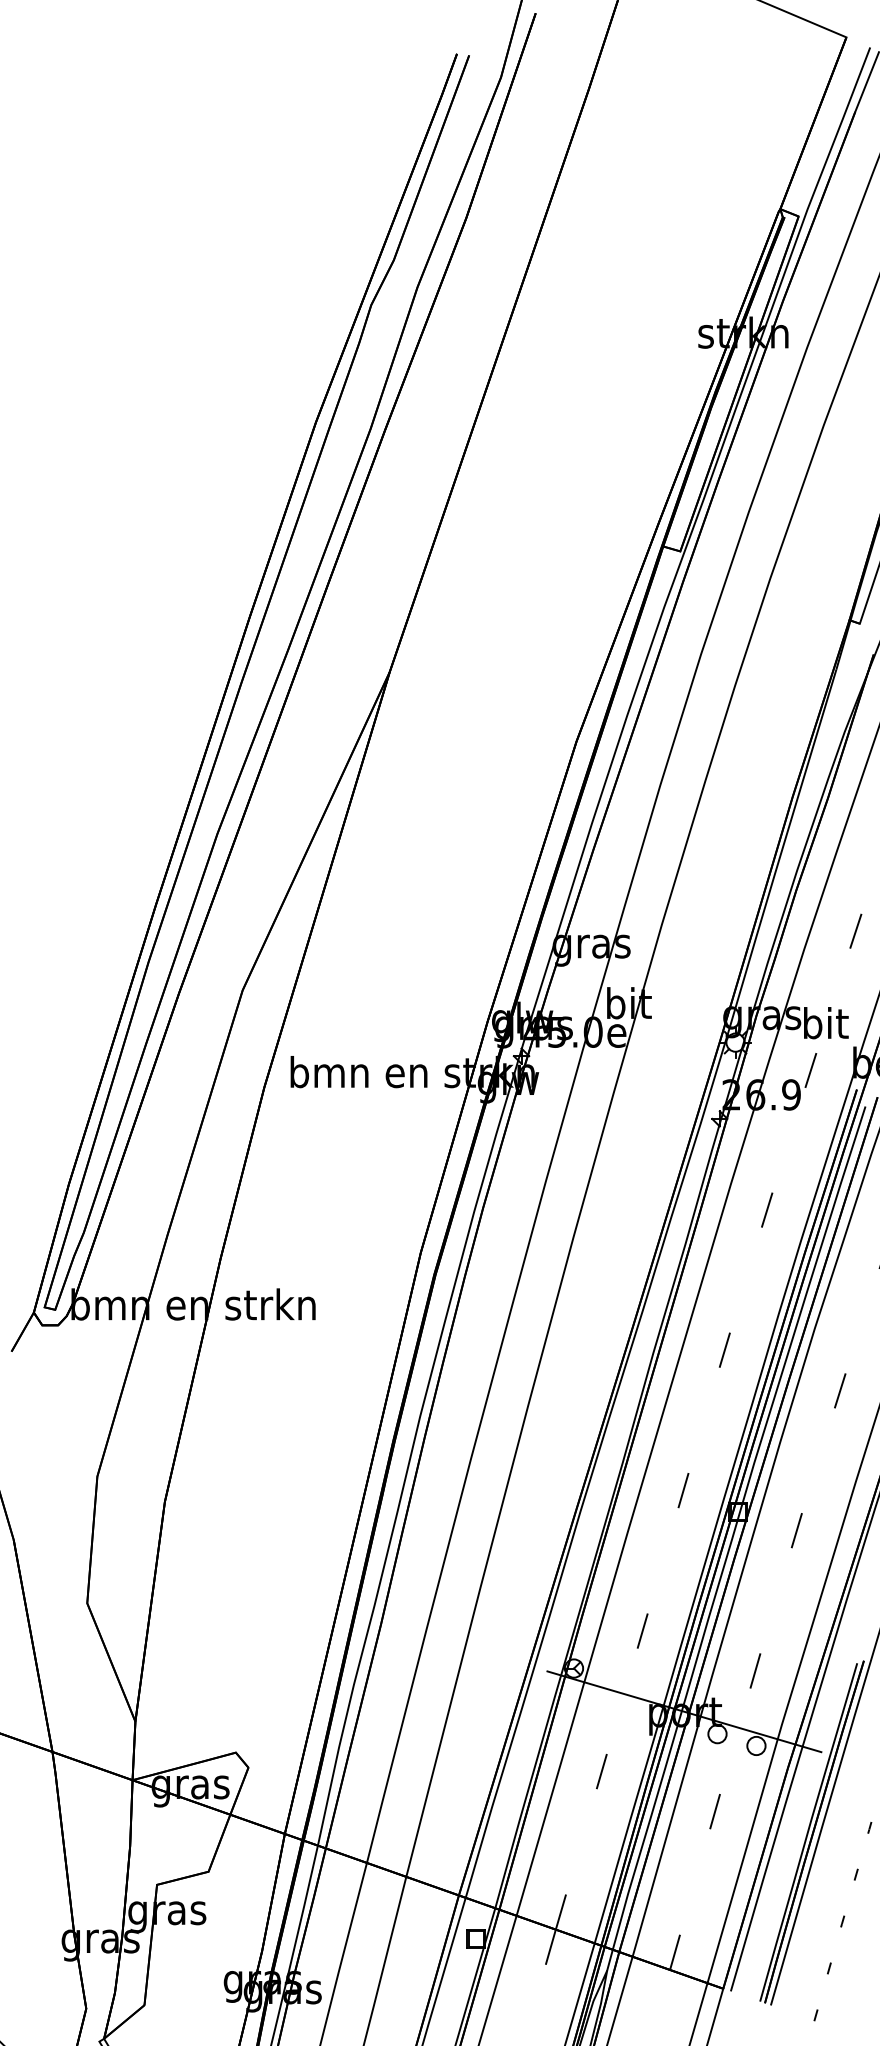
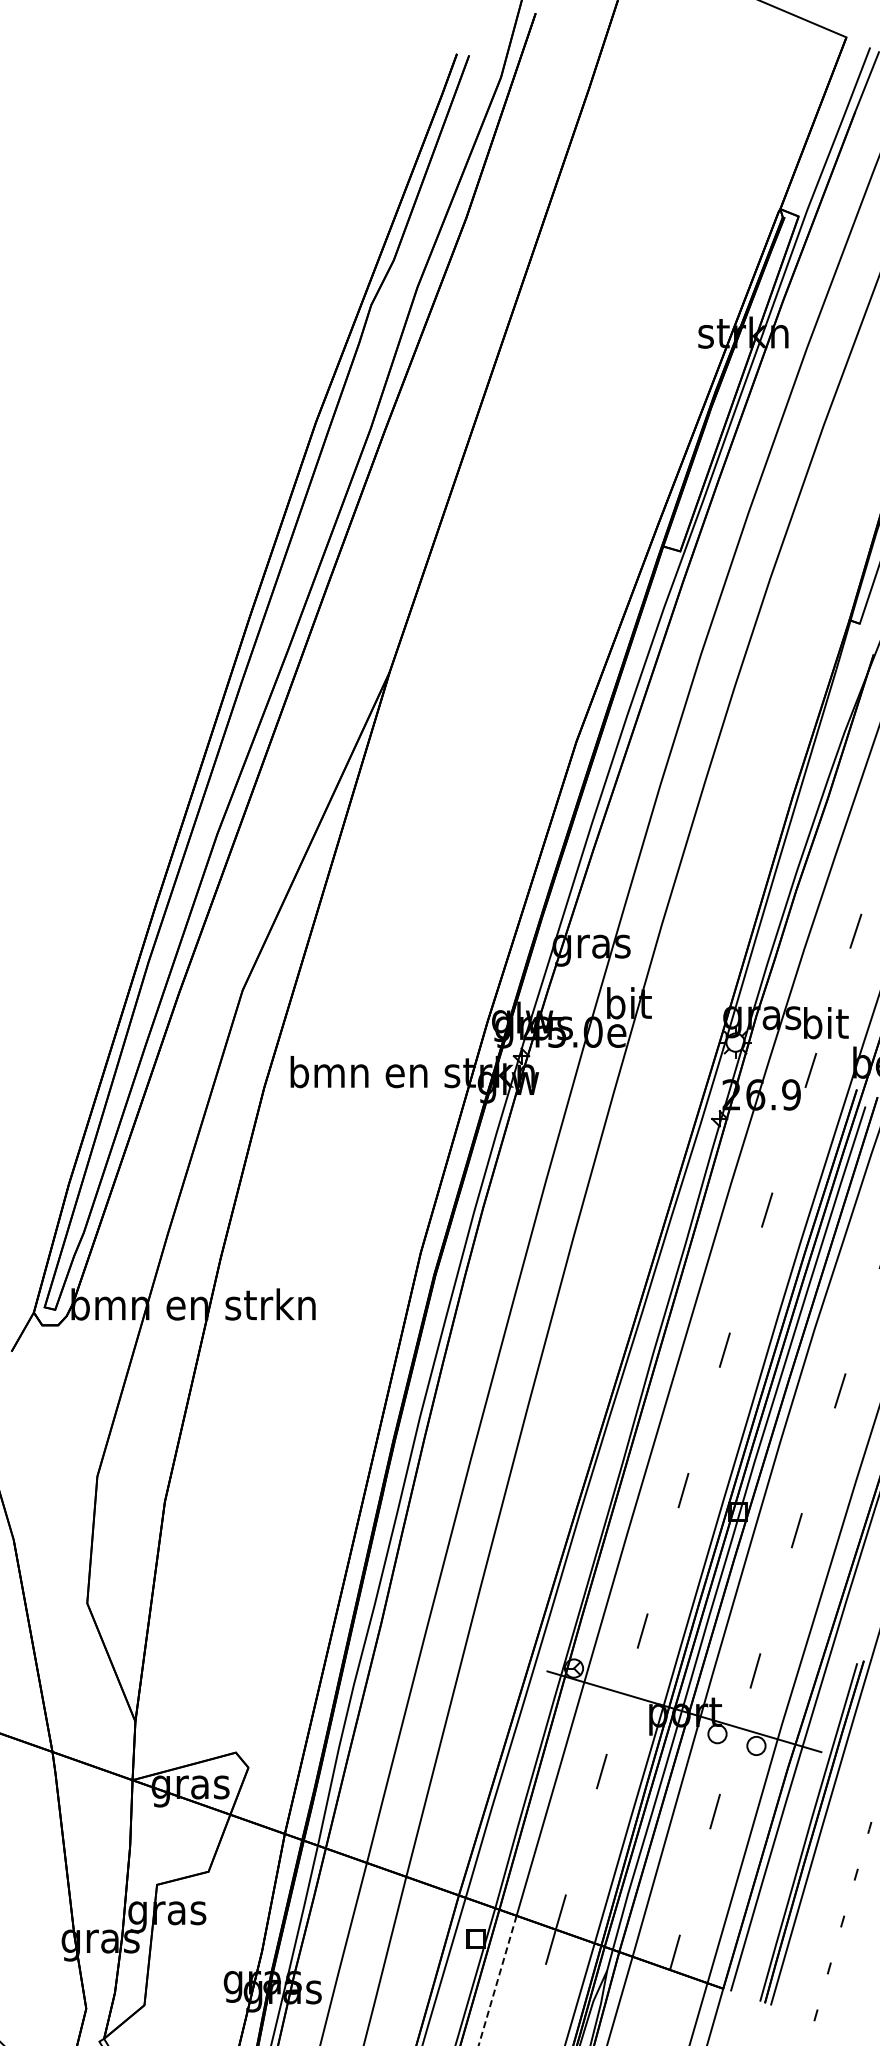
line at (497, 1980): solid -> dashed
